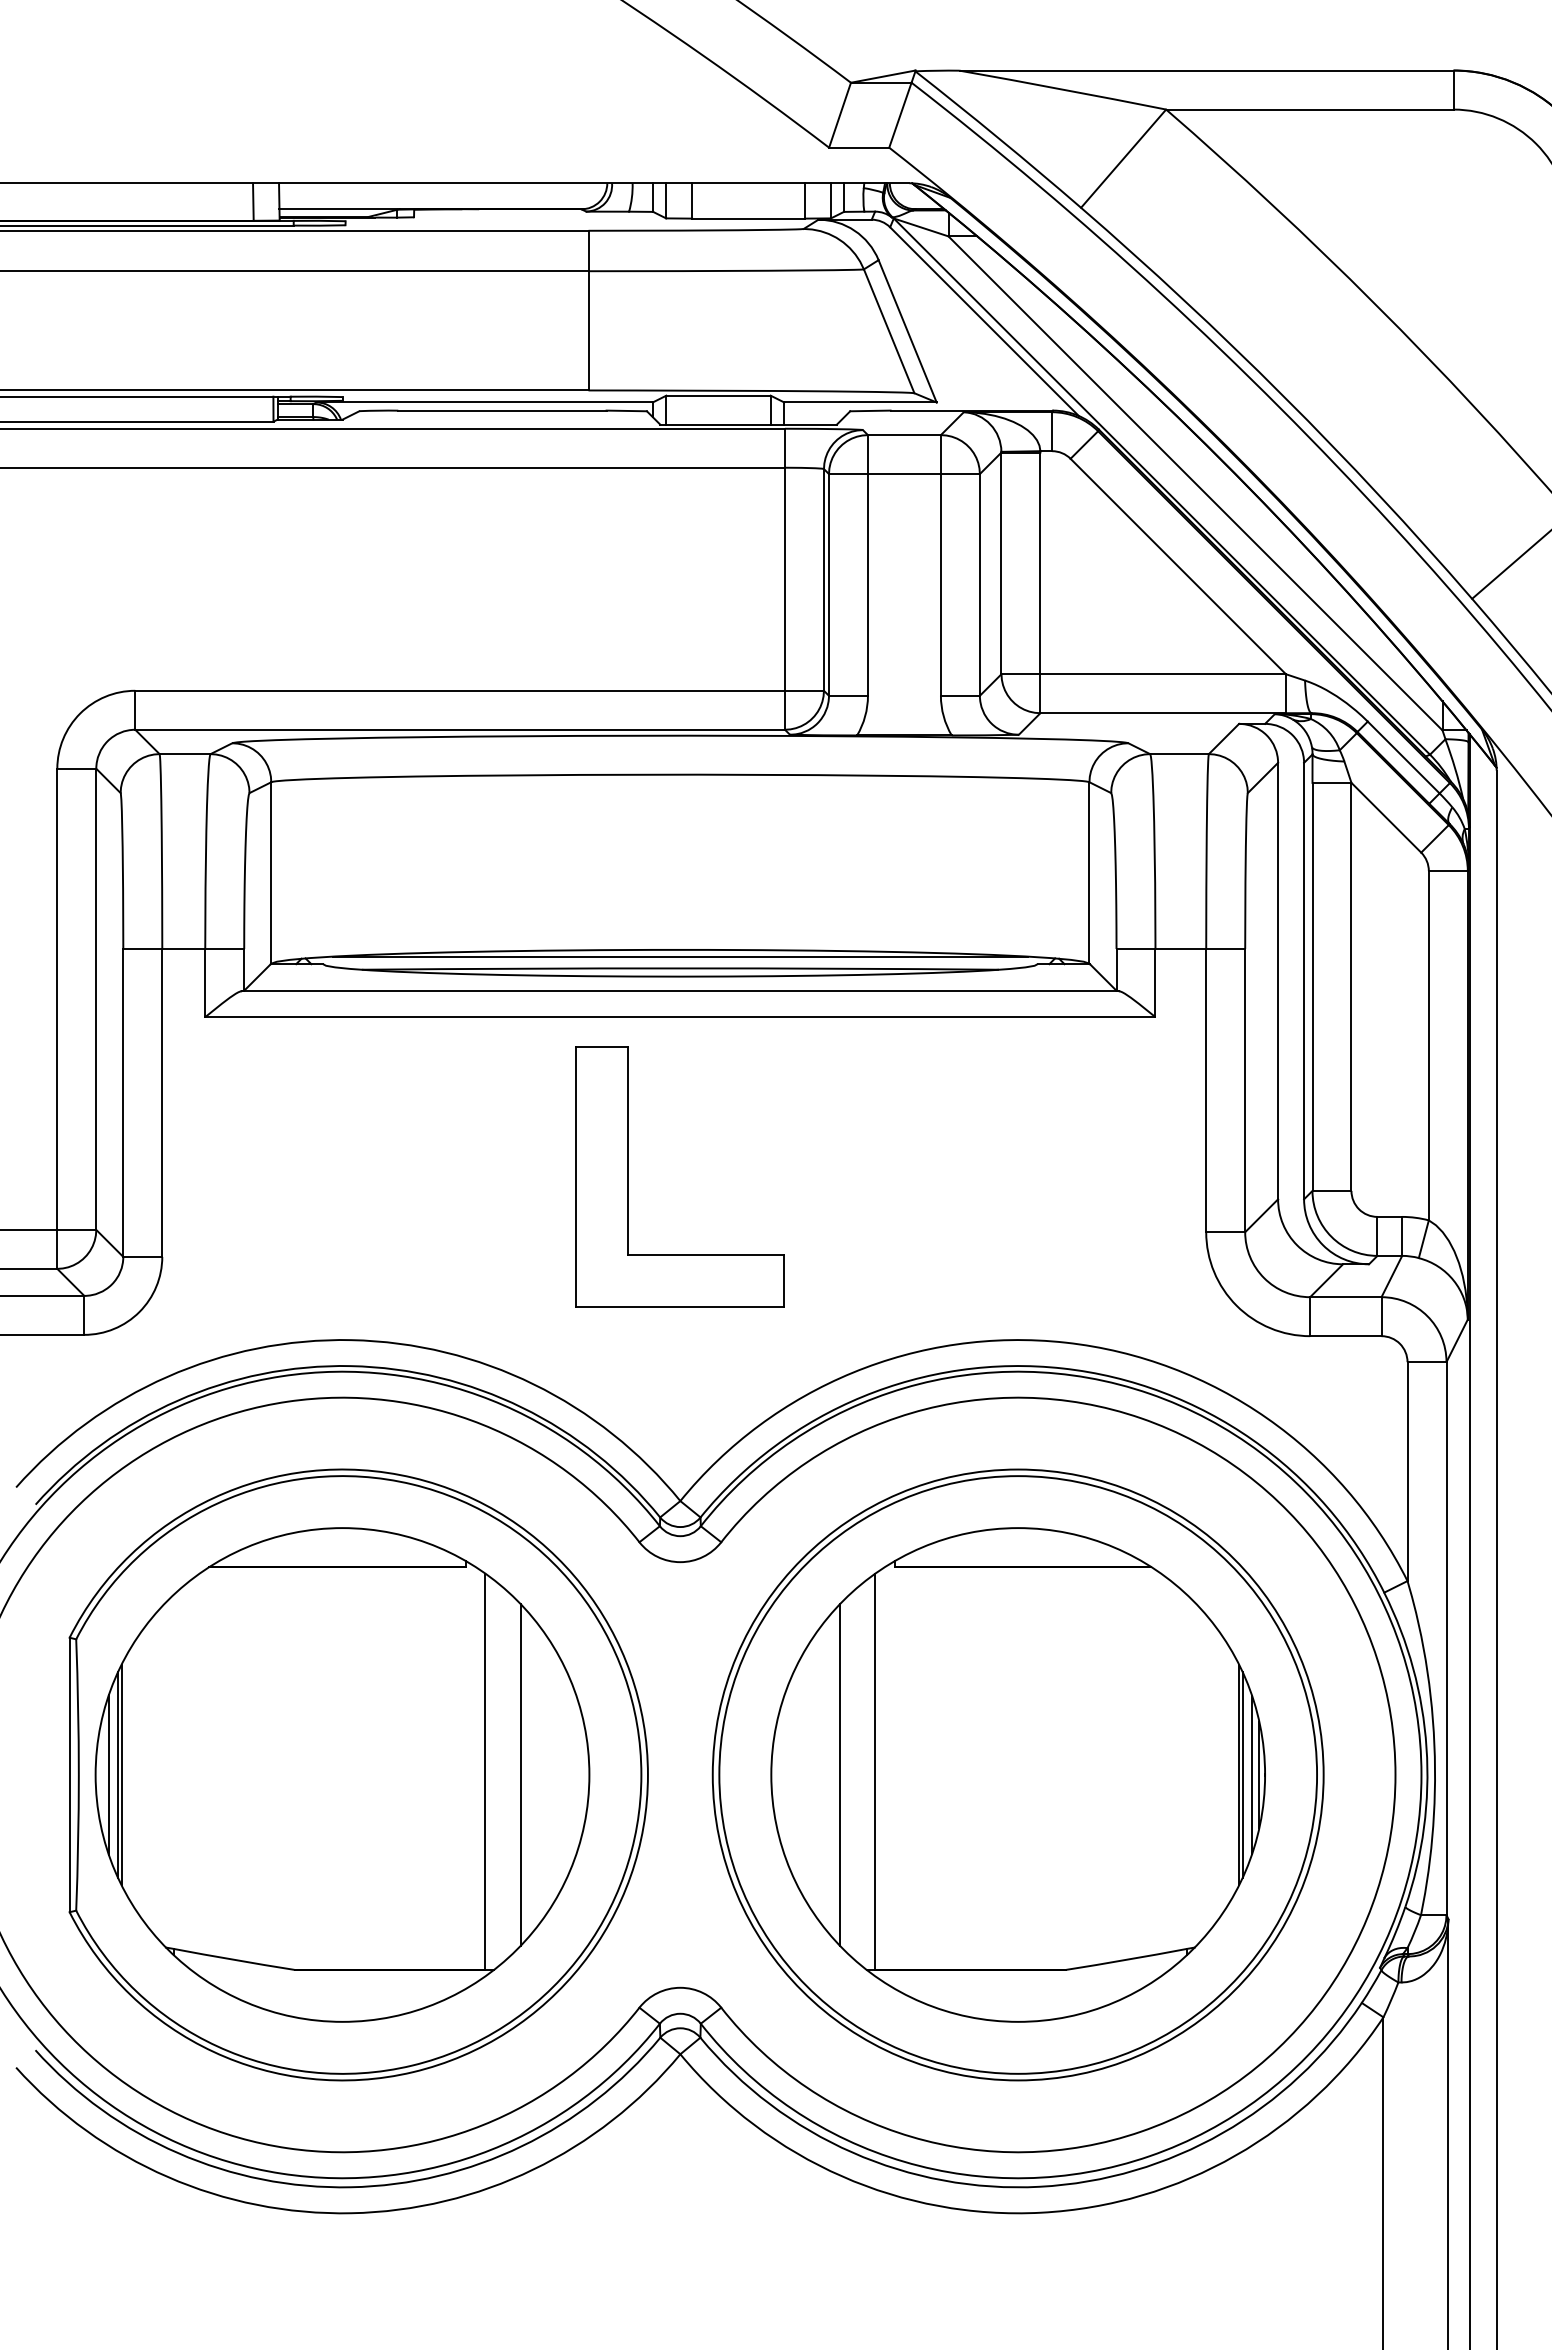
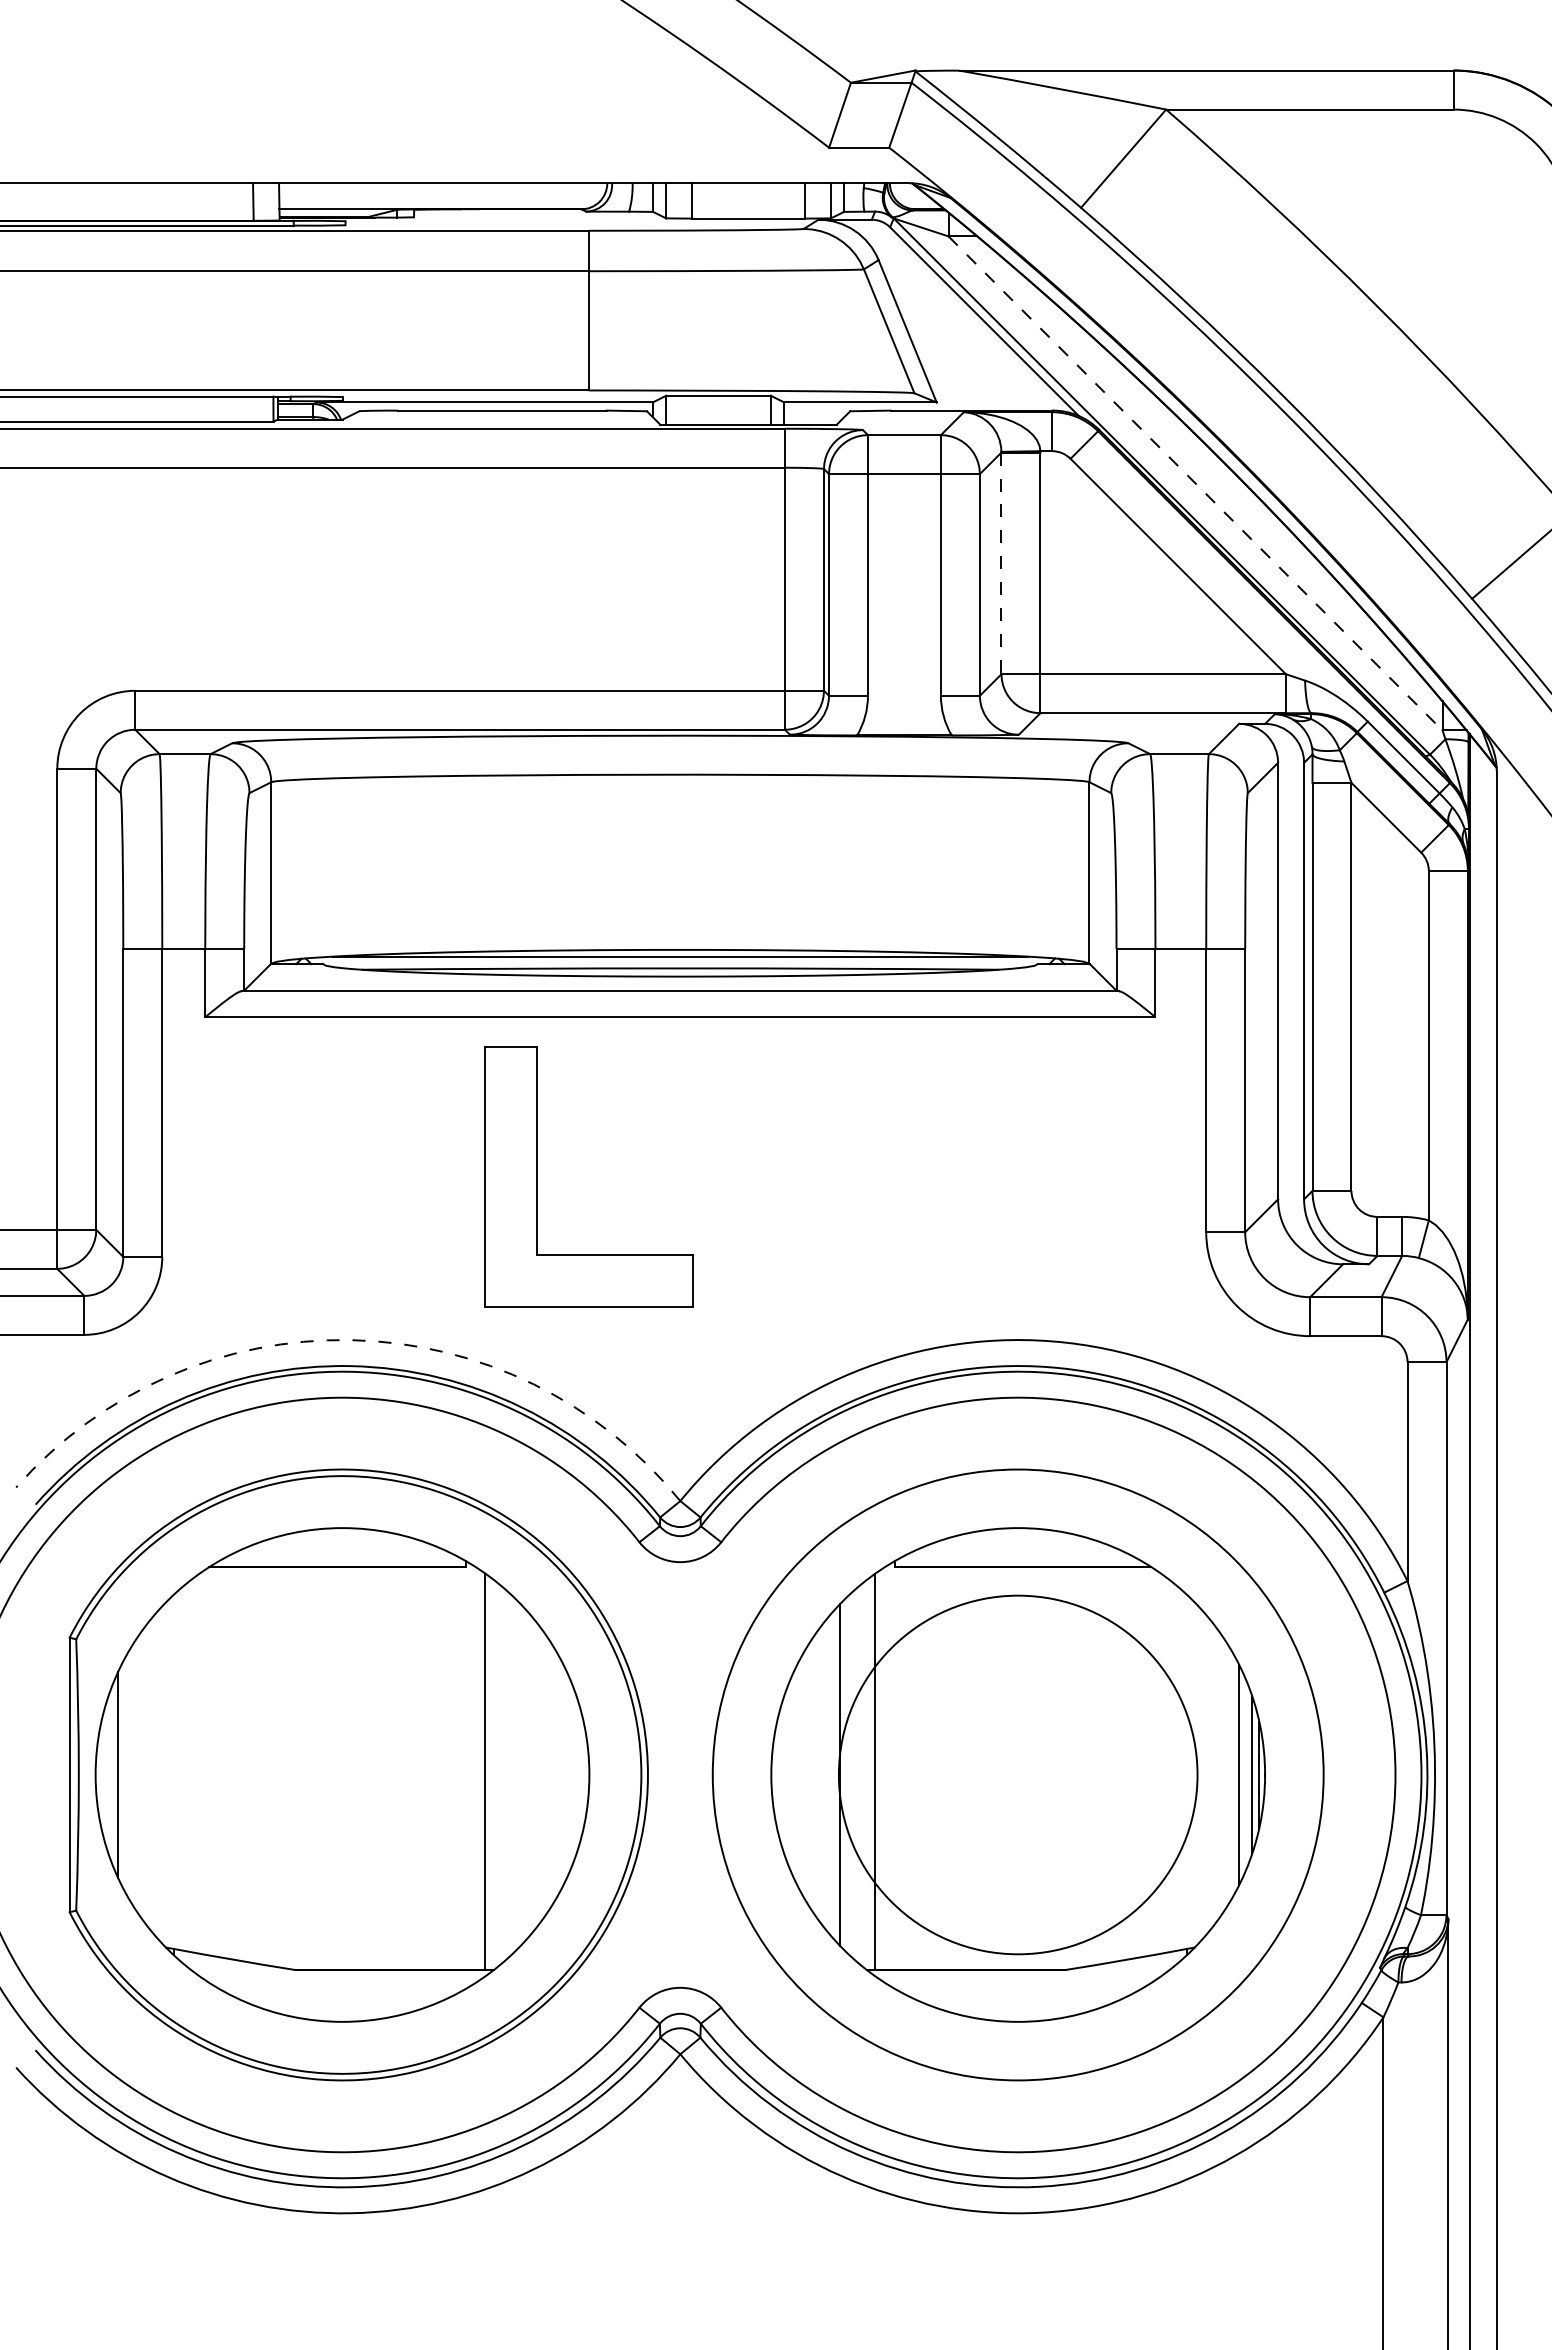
line at (1195, 483): solid -> dashed
line at (1001, 563): solid -> dashed
part at (628, 1176) position: (628, 1176) -> (537, 1176)
arc at (351, 1340): solid -> dashed
line at (108, 1774): present -> none
line at (121, 1774): present -> none
line at (520, 1774): present -> none
circle at (1018, 1774) diameter: 598 px -> 359 px
line at (1242, 1774): present -> none
